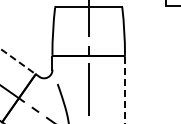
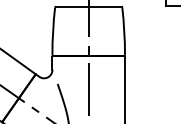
line at (18, 61): dashed -> solid
line at (124, 90): dashed -> solid
